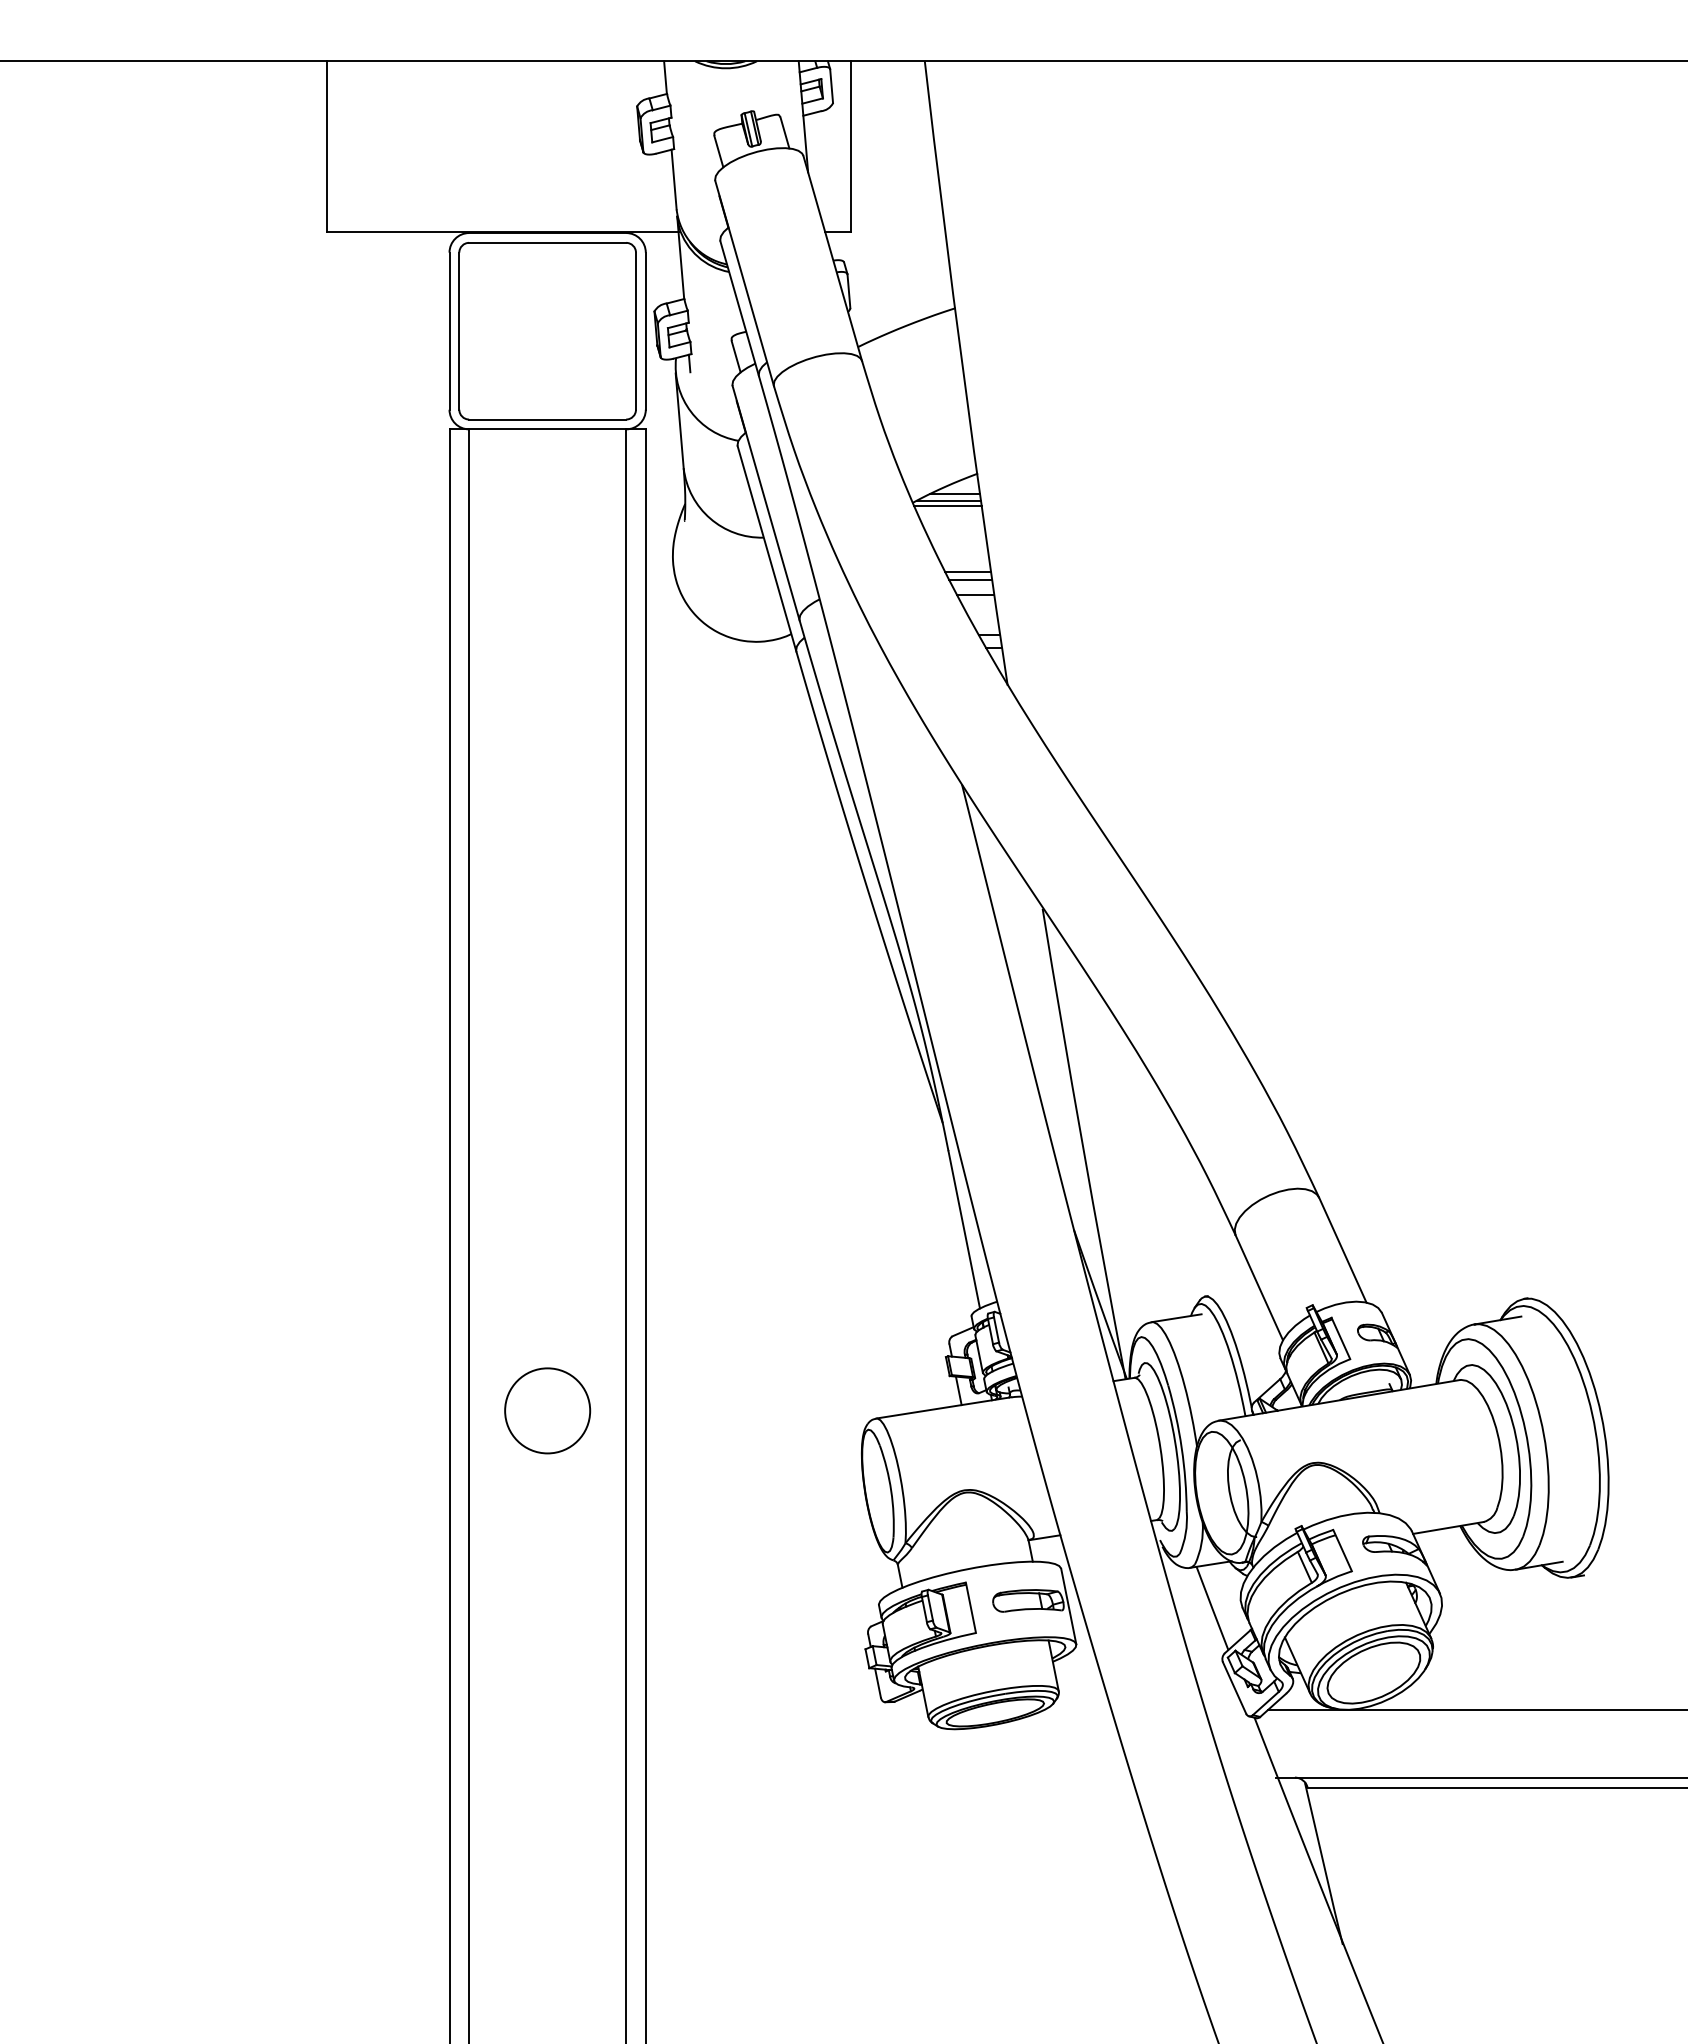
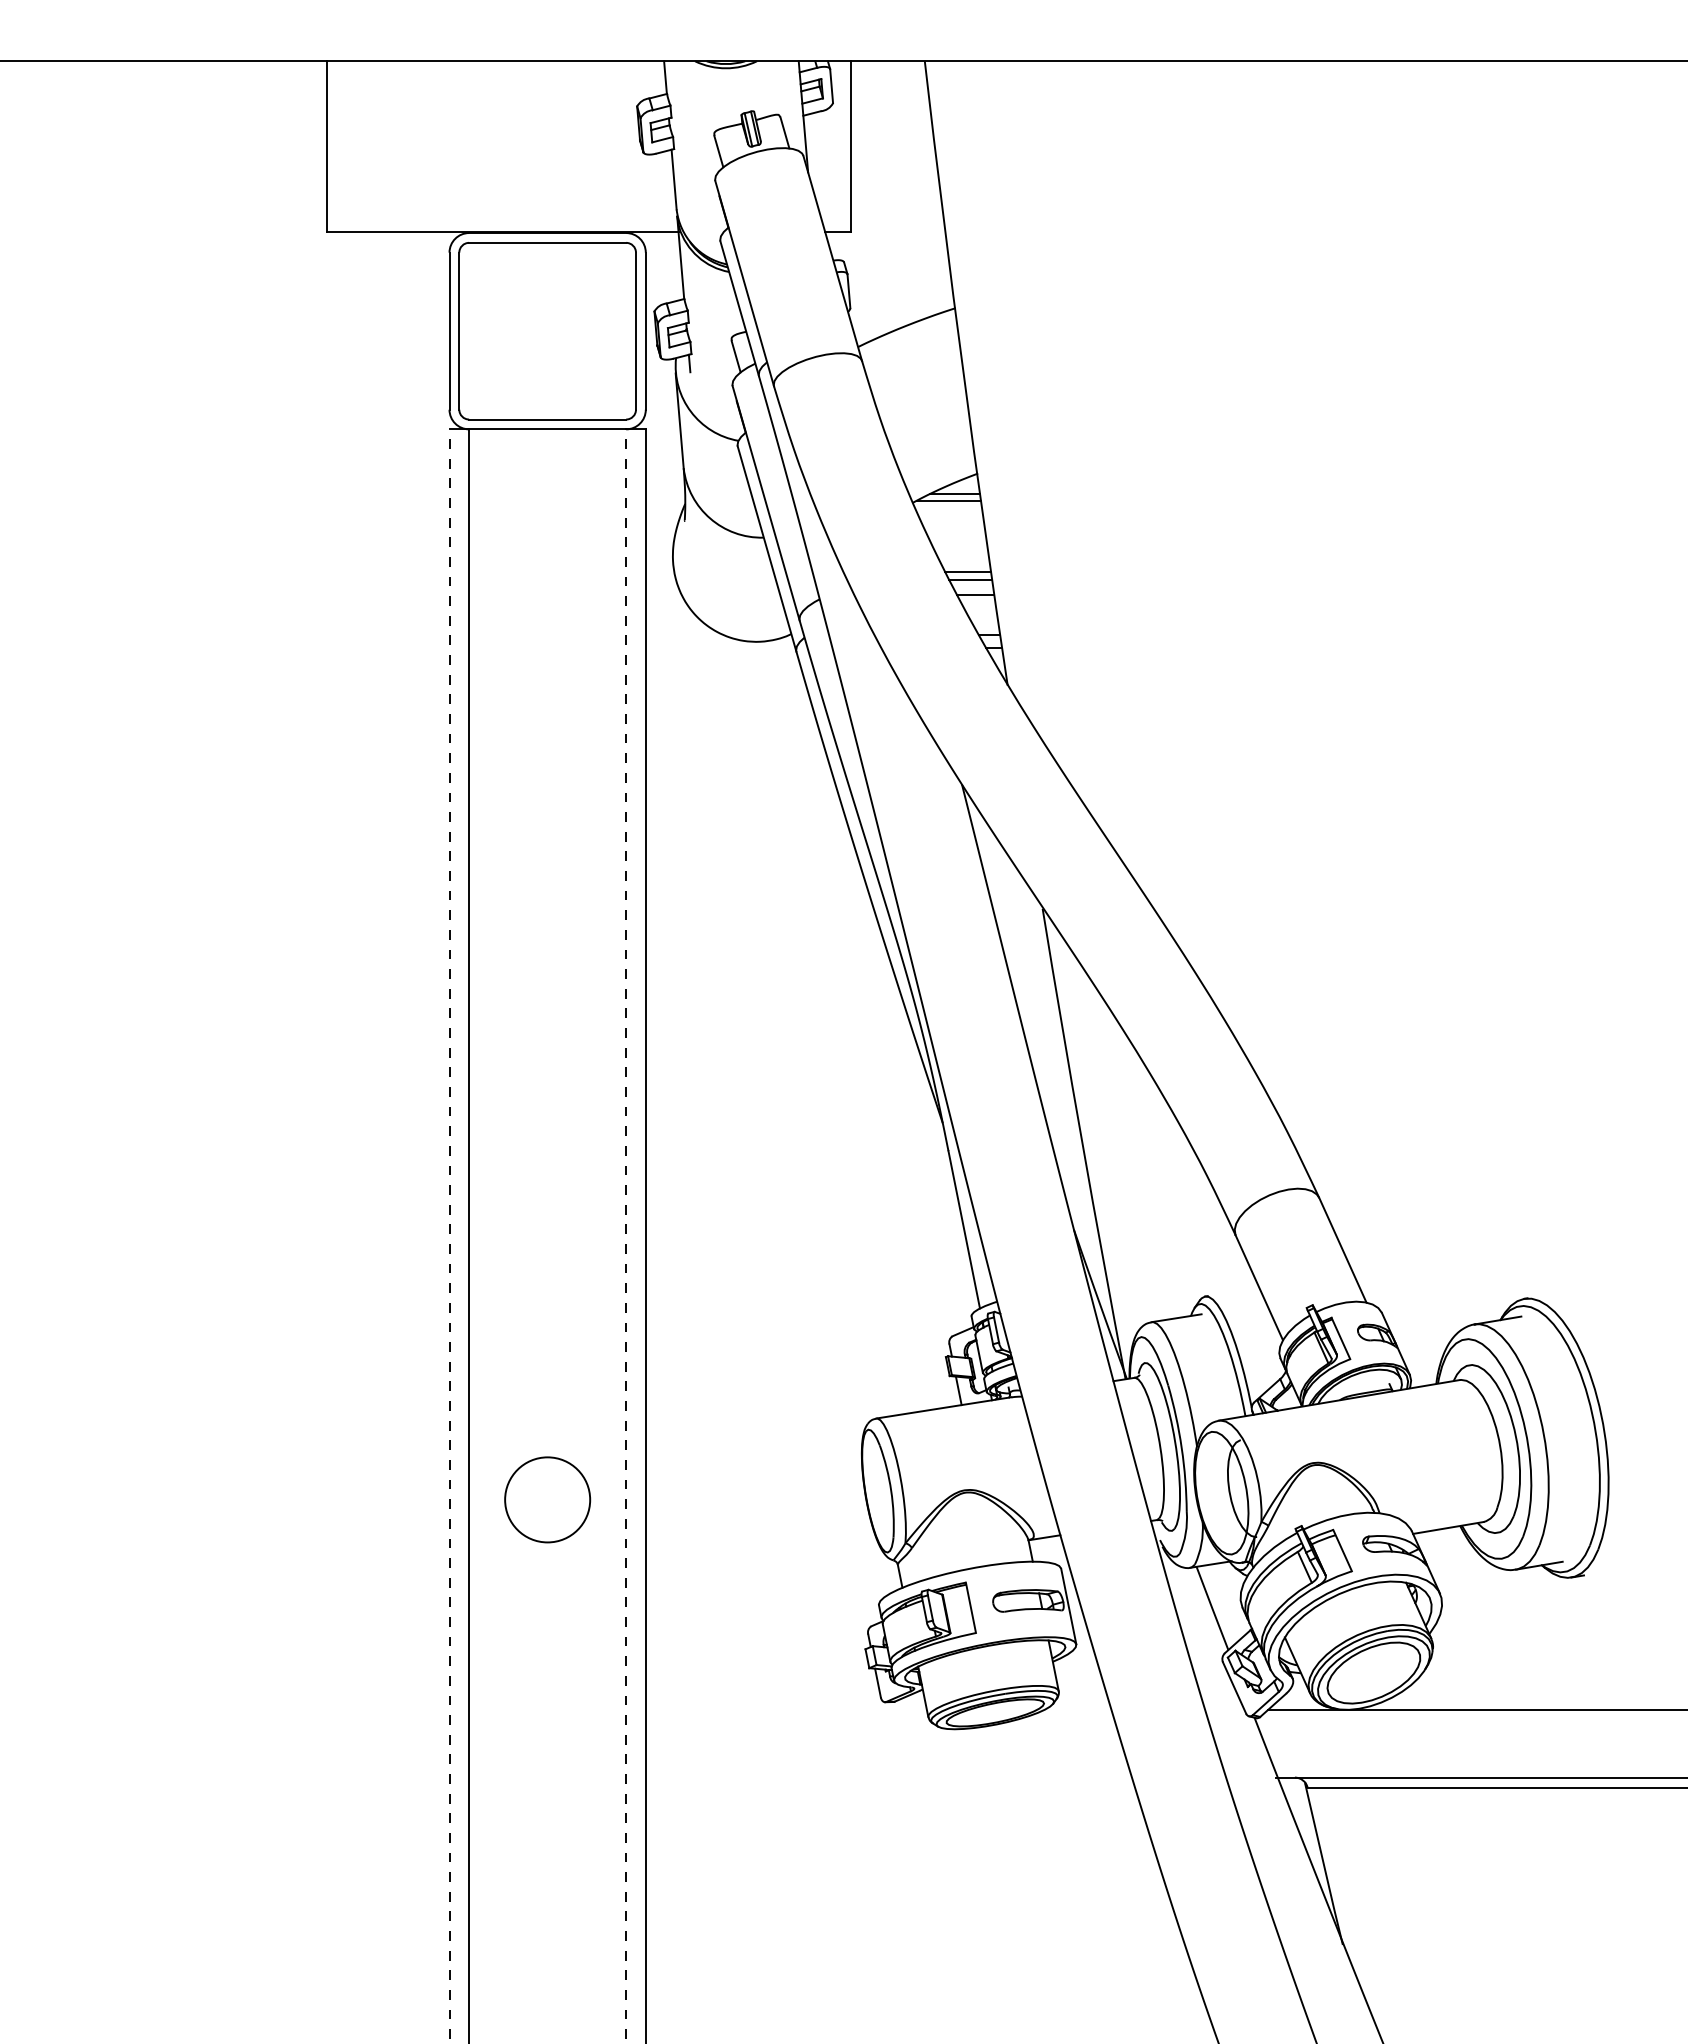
line at (947, 505): present -> none
line at (449, 1236): solid -> dashed
line at (626, 1236): solid -> dashed
circle at (547, 1410) position: (547, 1410) -> (547, 1499)
